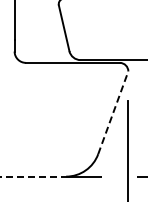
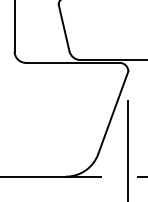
line at (113, 112): dashed -> solid
line at (33, 176): dashed -> solid
